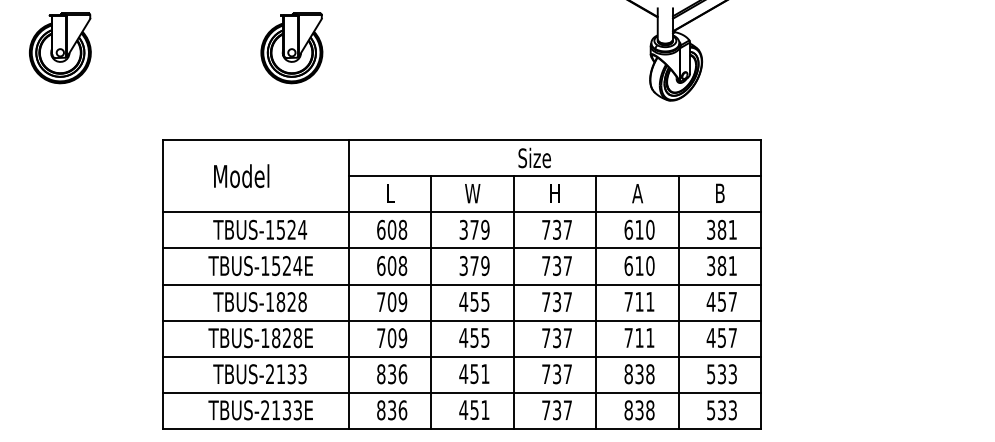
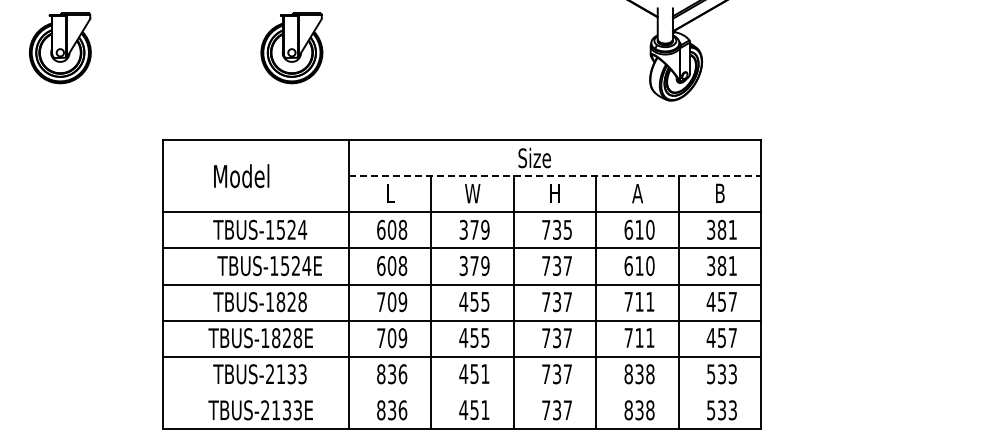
line at (555, 176): solid -> dashed
text at (567, 229): 737 -> 735
text at (260, 265) position: (260, 265) -> (269, 265)
line at (462, 392): present -> none
